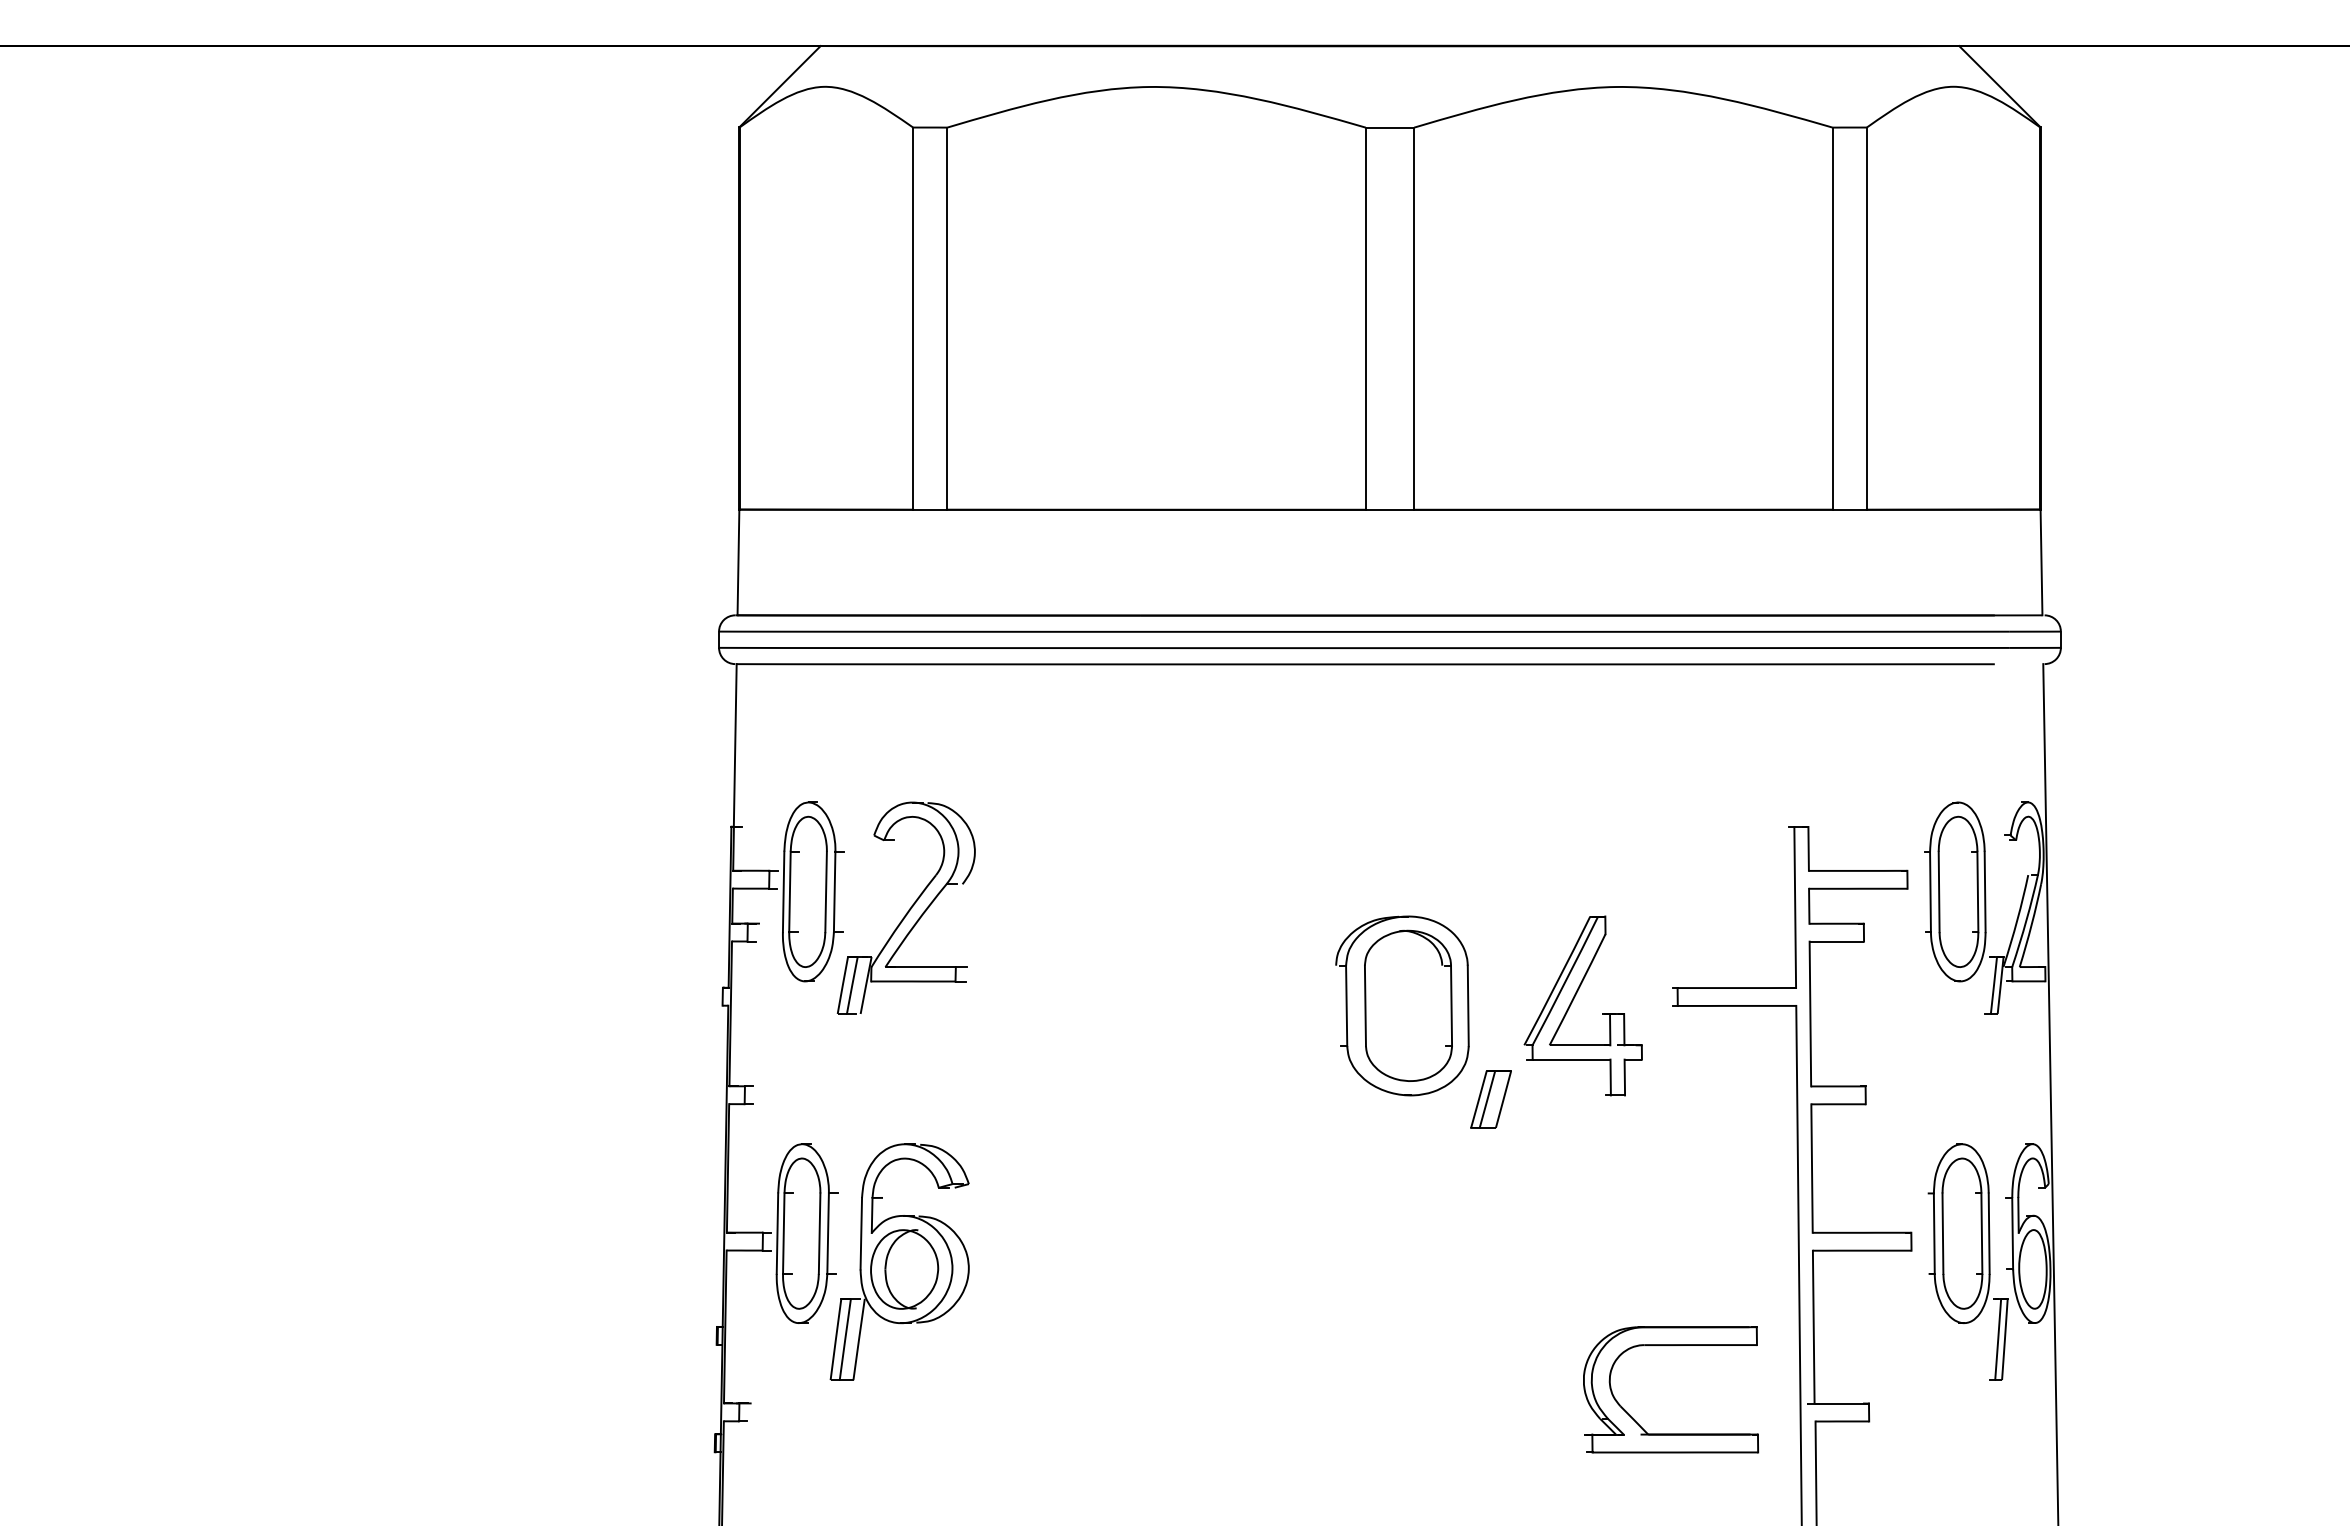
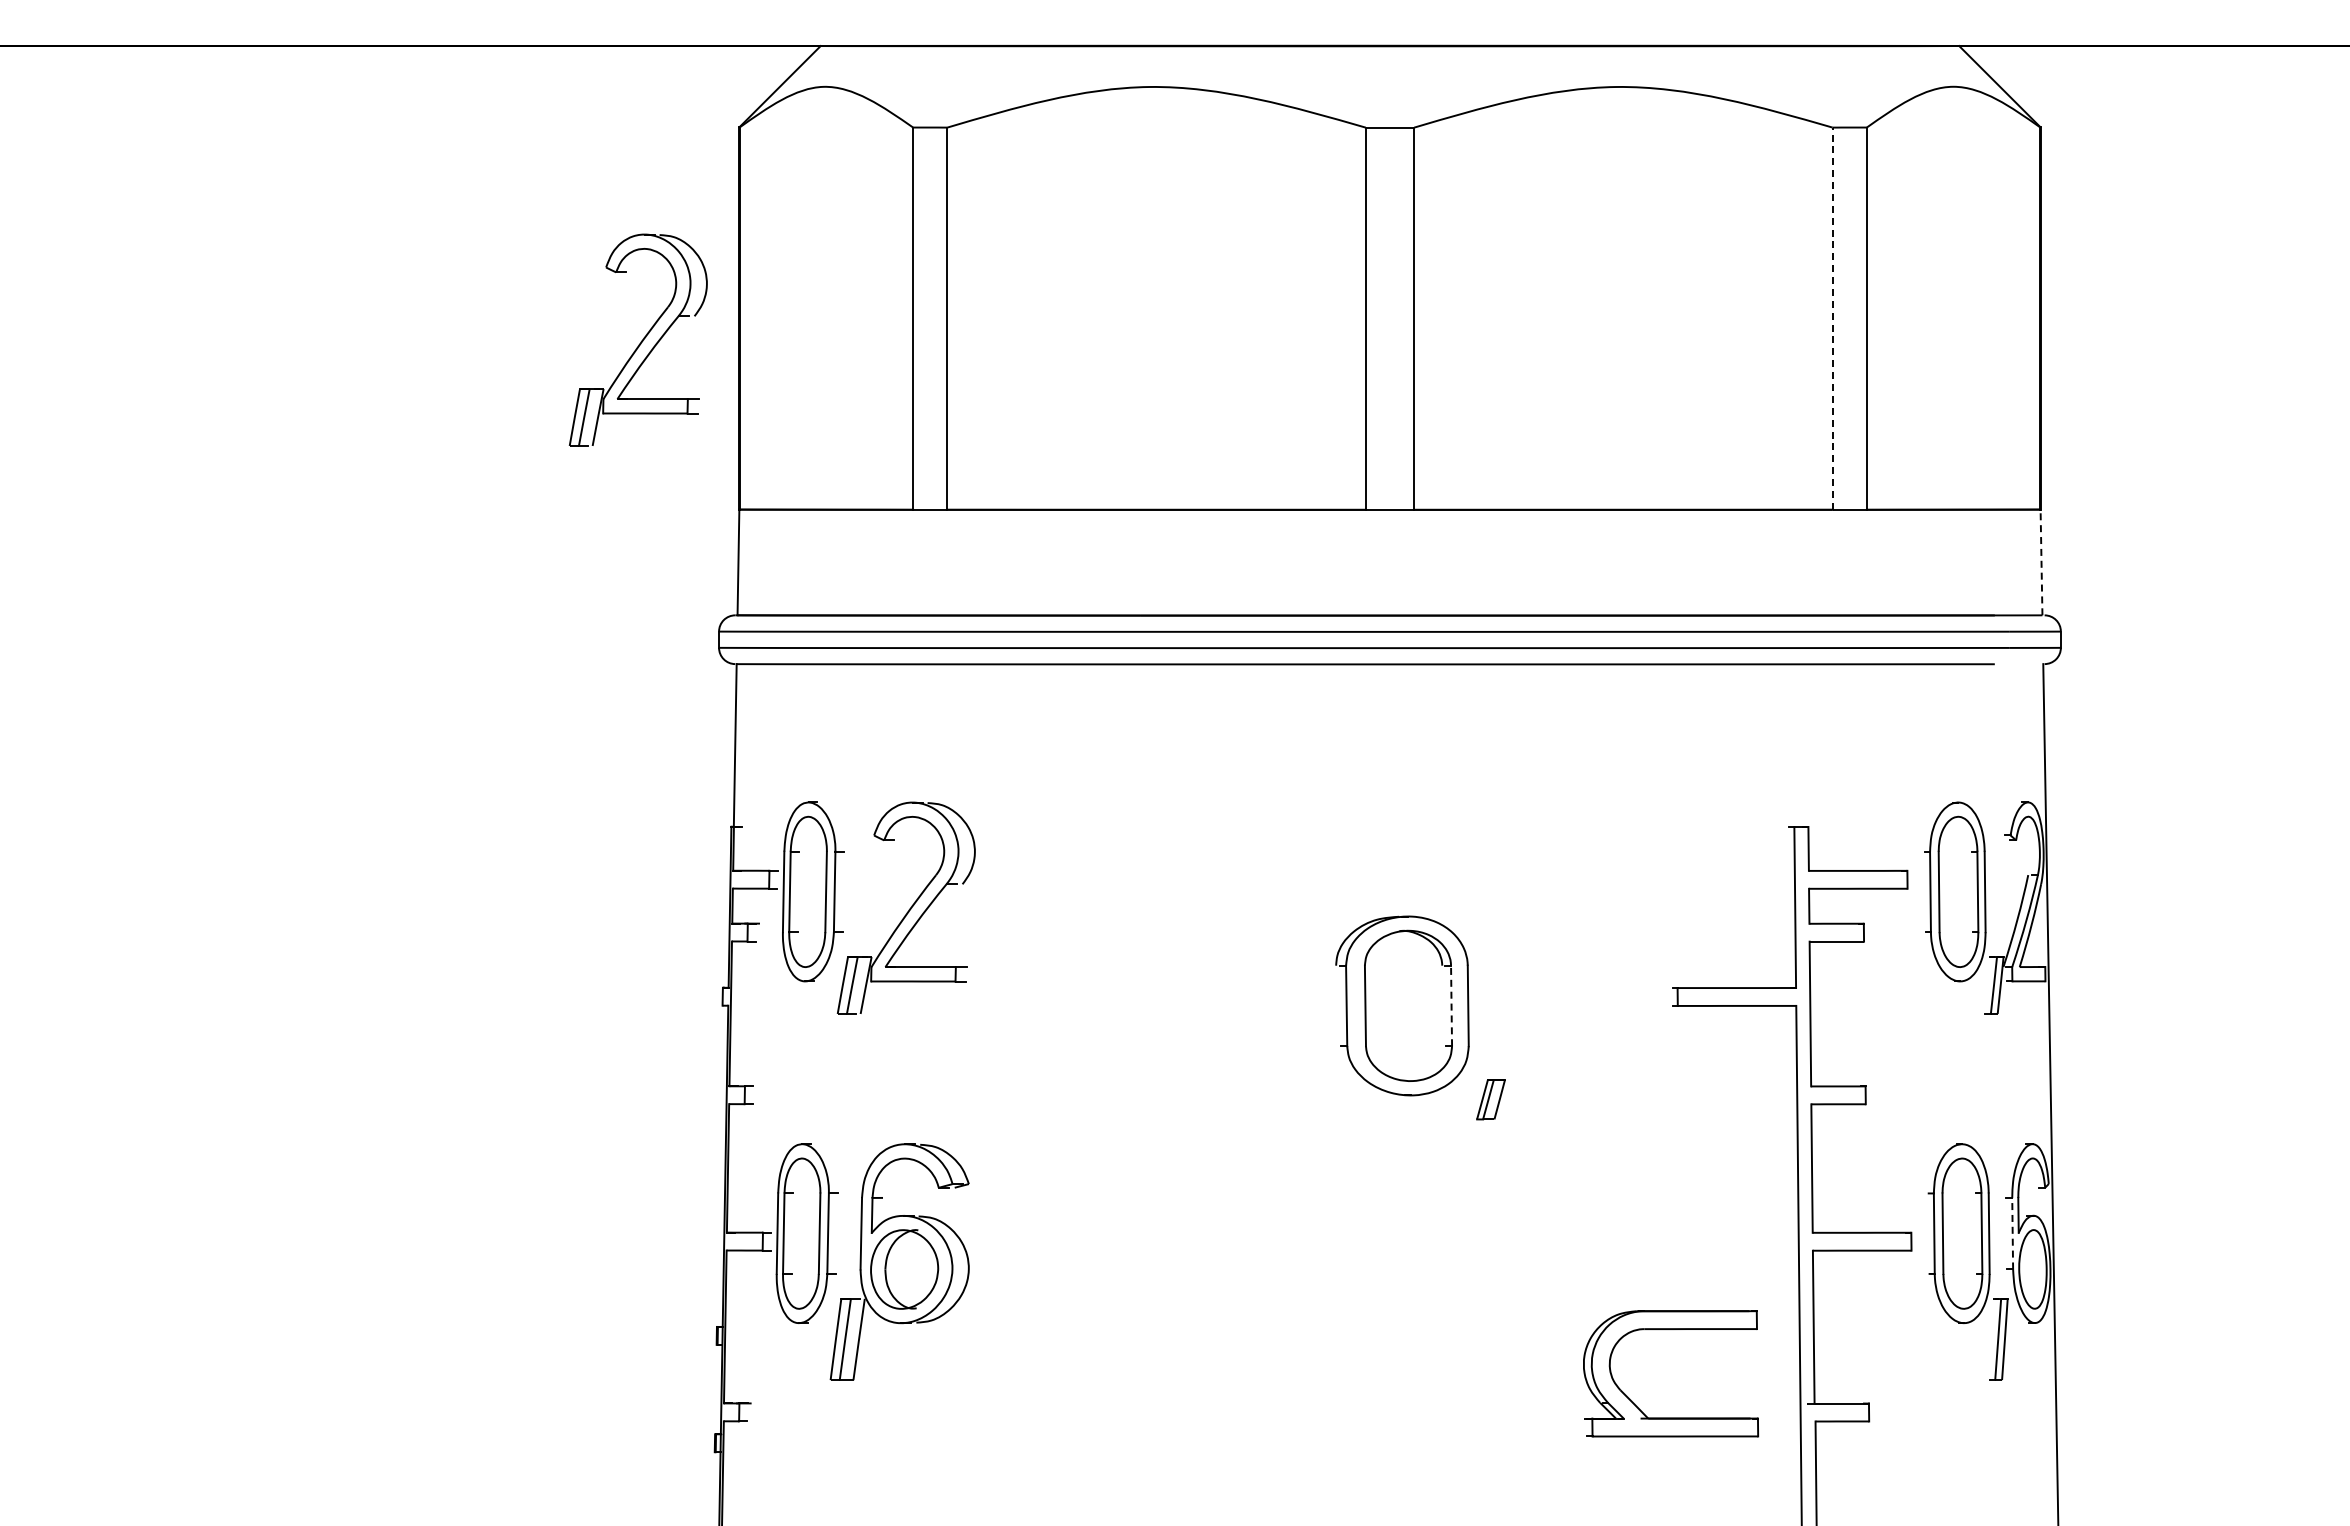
line at (1832, 318): solid -> dashed
part at (637, 339): none -> present
line at (2041, 562): solid -> dashed
part at (1573, 1001): present -> none
line at (1451, 1005): solid -> dashed
part at (1490, 1099) size: 42x59 px -> 30x42 px
line at (2012, 1233): solid -> dashed
part at (1671, 1345) position: (1671, 1345) -> (1671, 1329)
